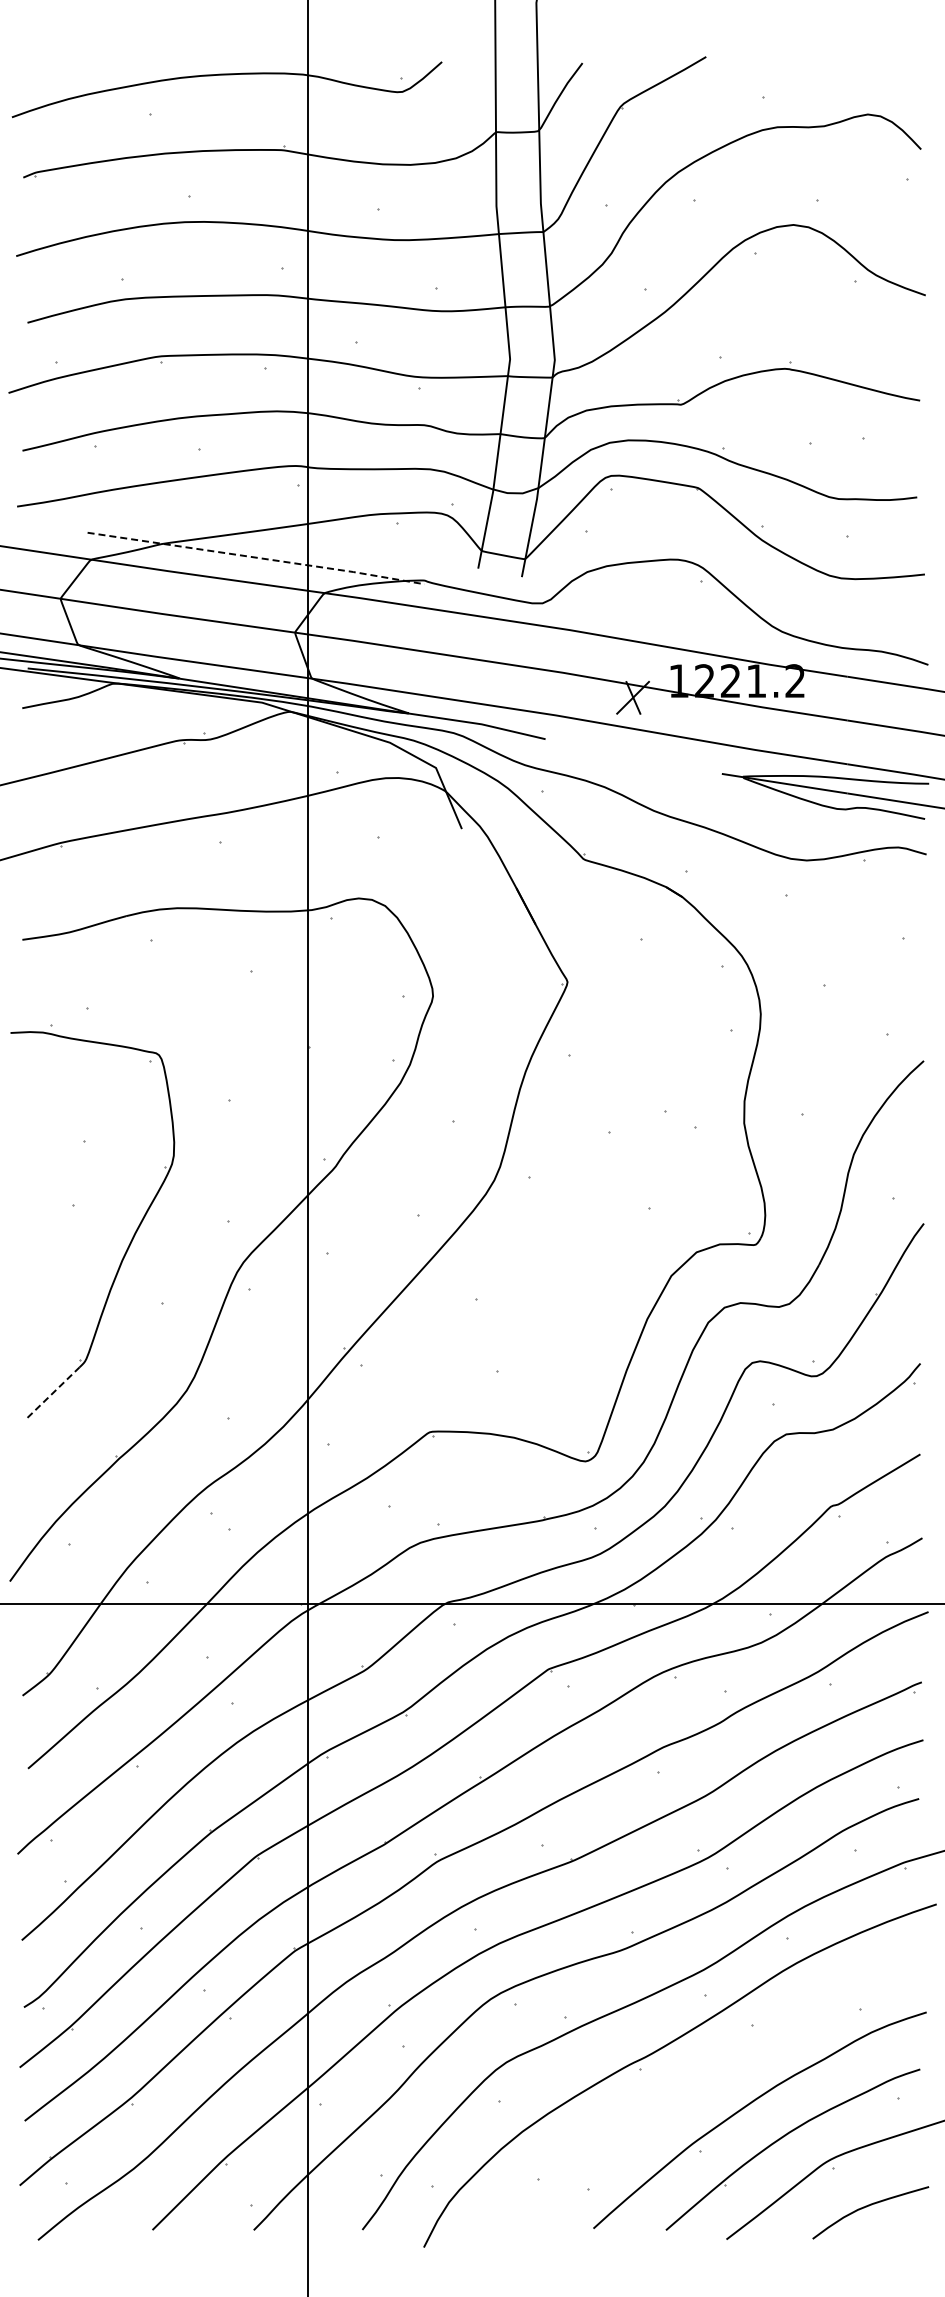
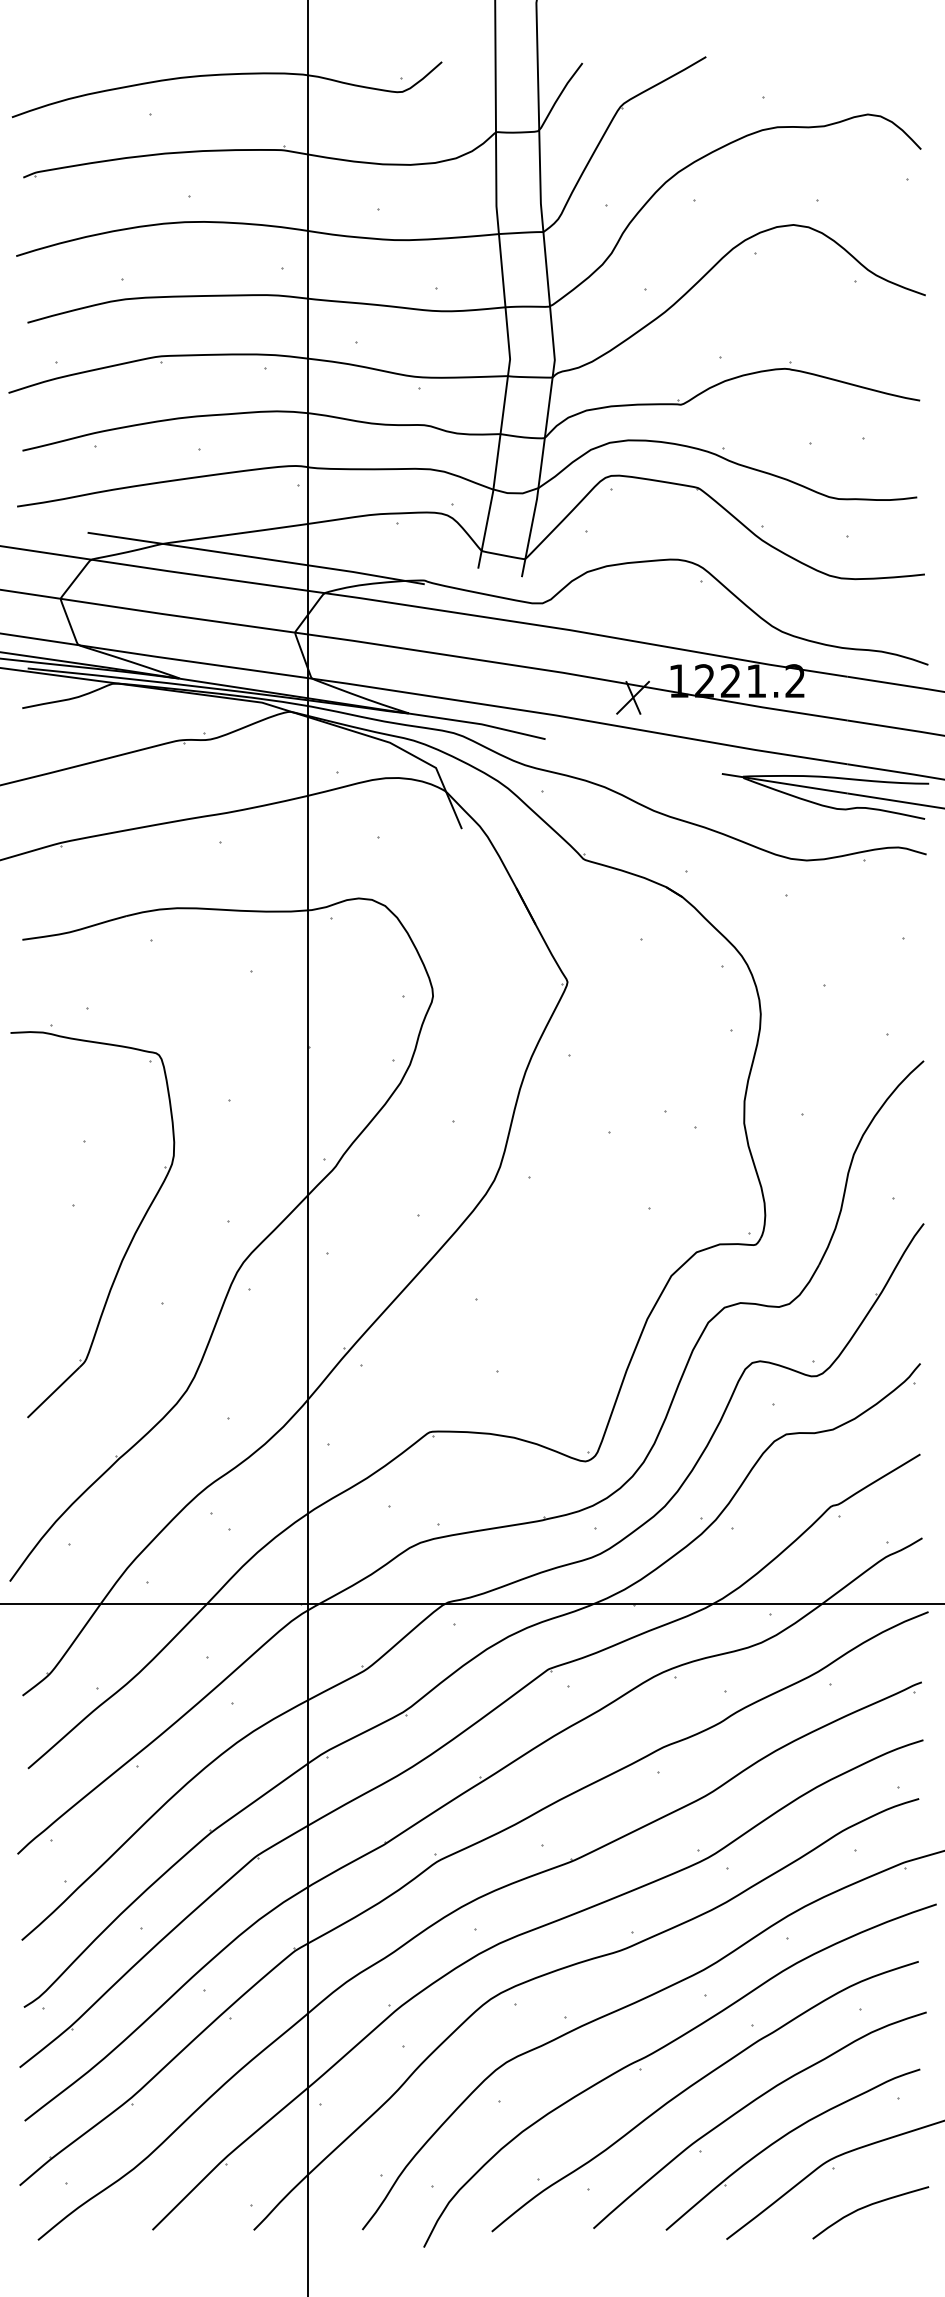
line at (257, 557): dashed -> solid
line at (53, 1392): dashed -> solid
curve at (695, 2084): none -> present
